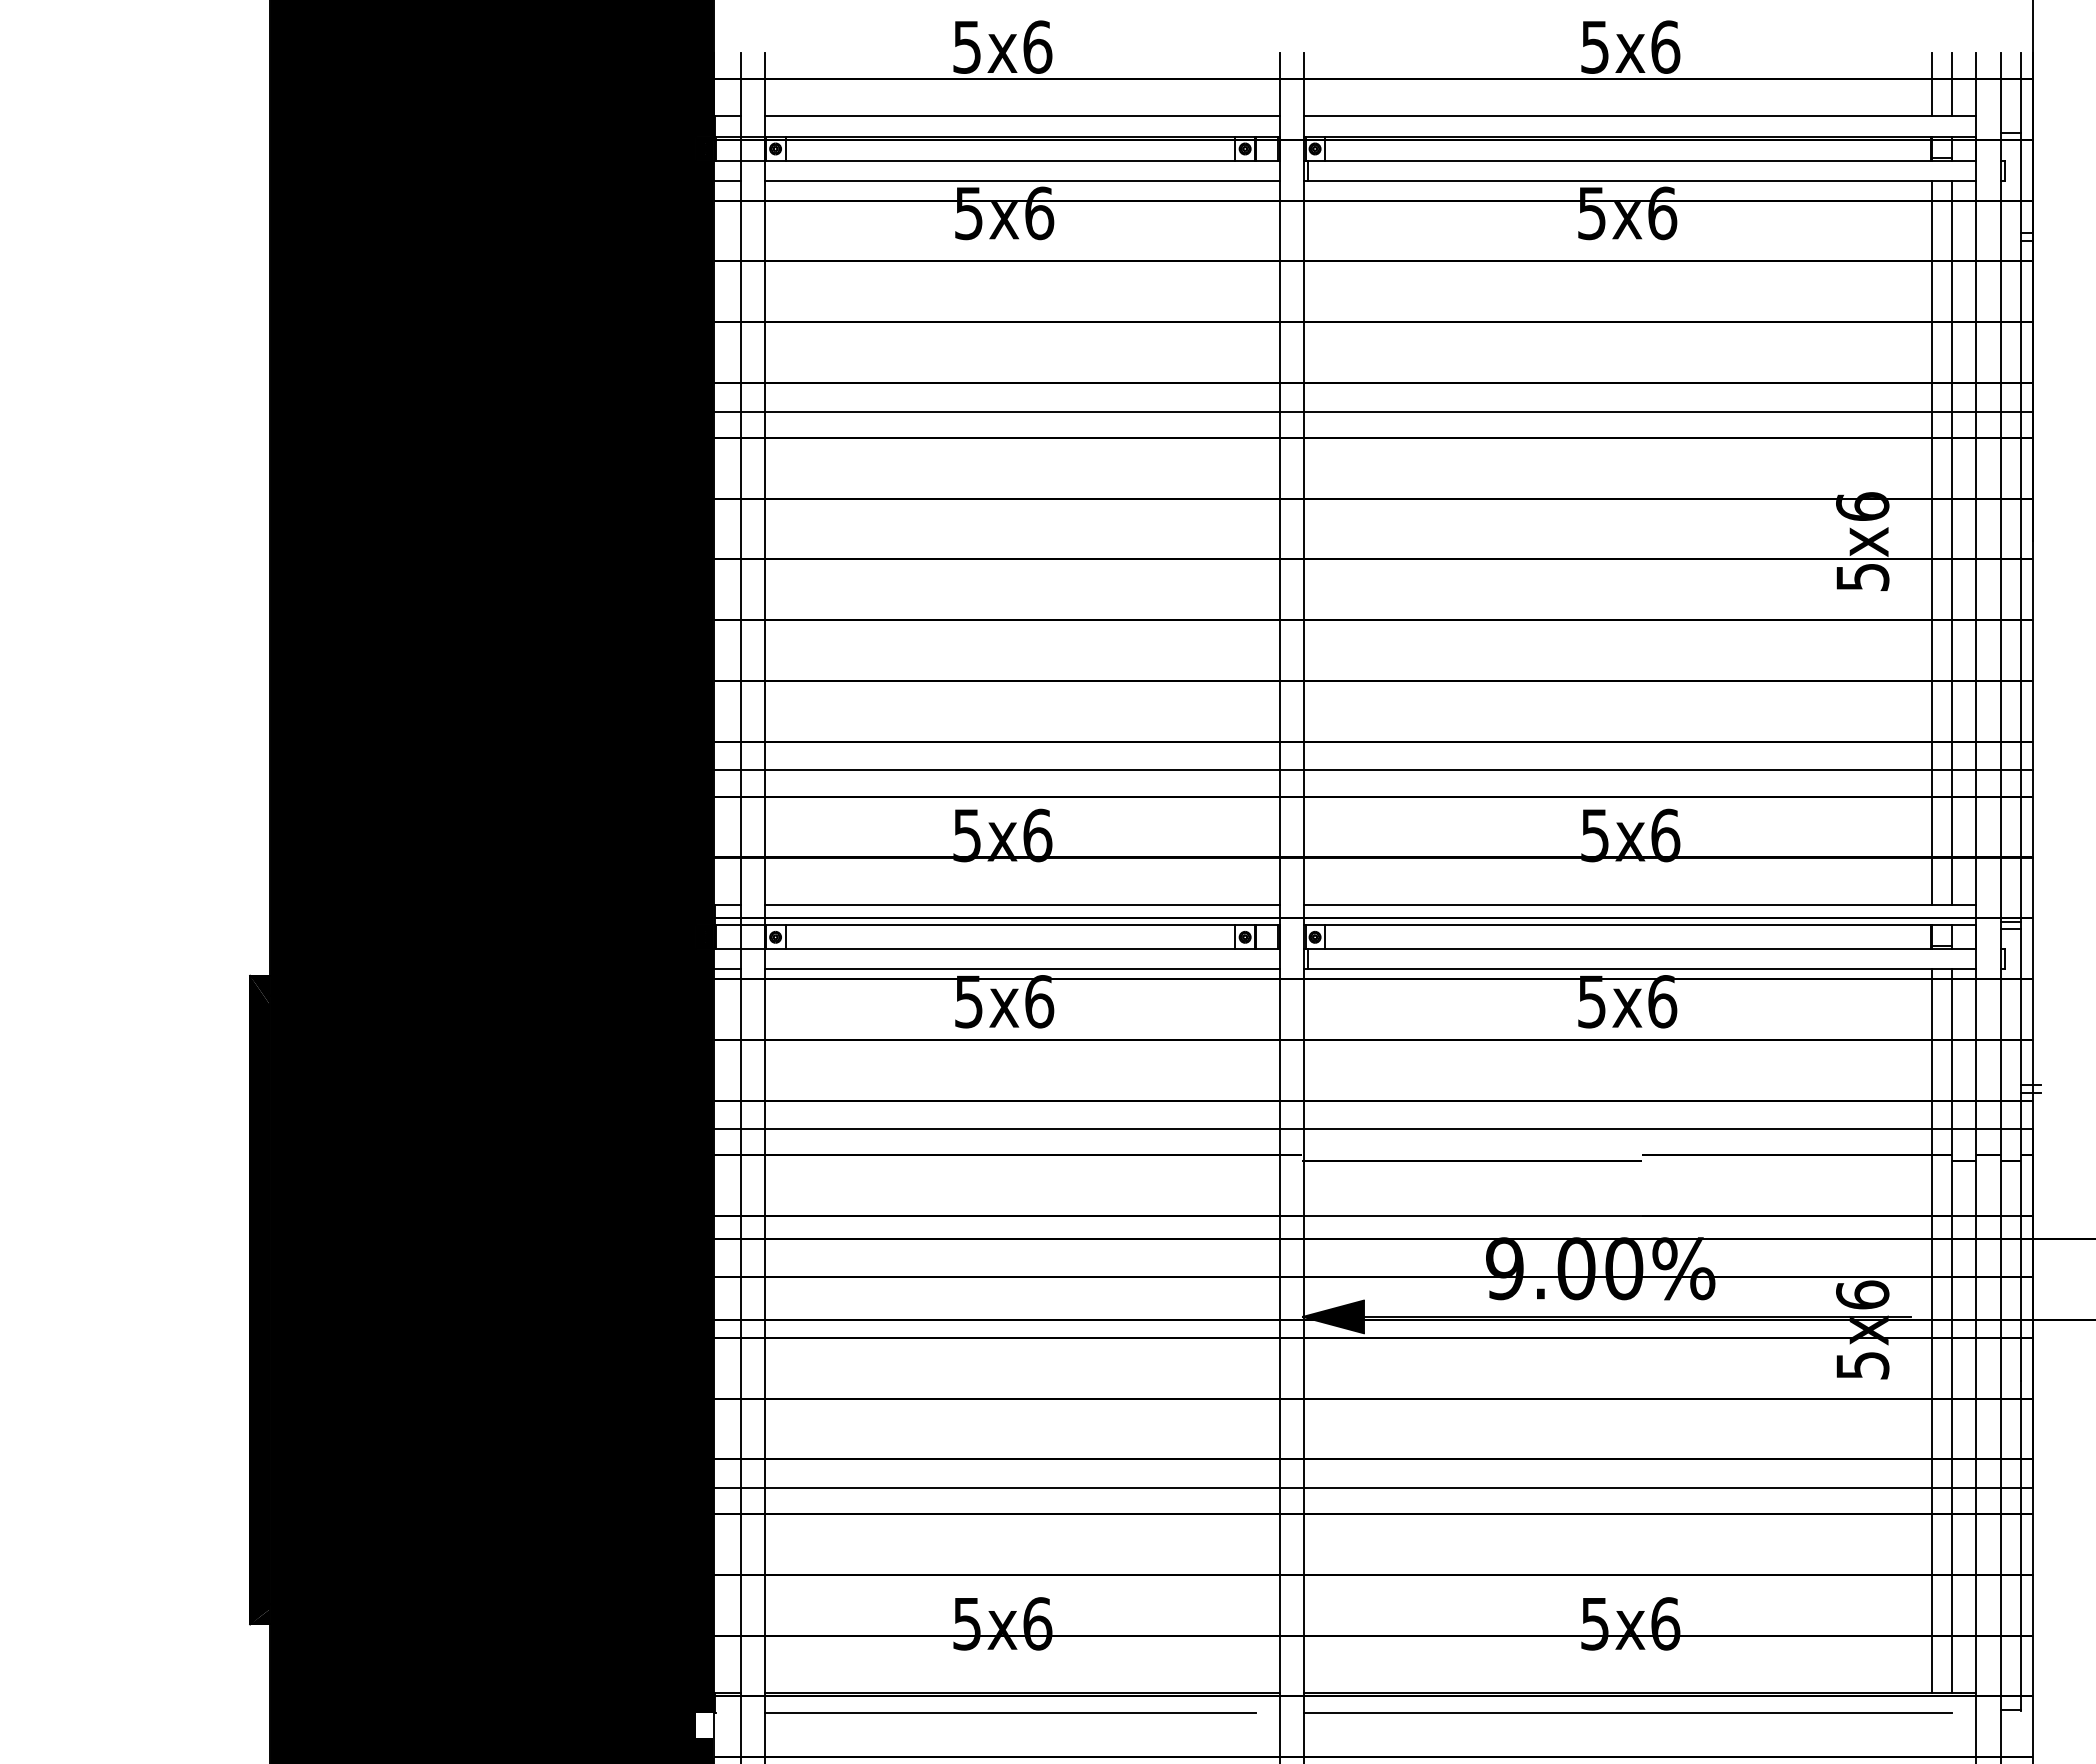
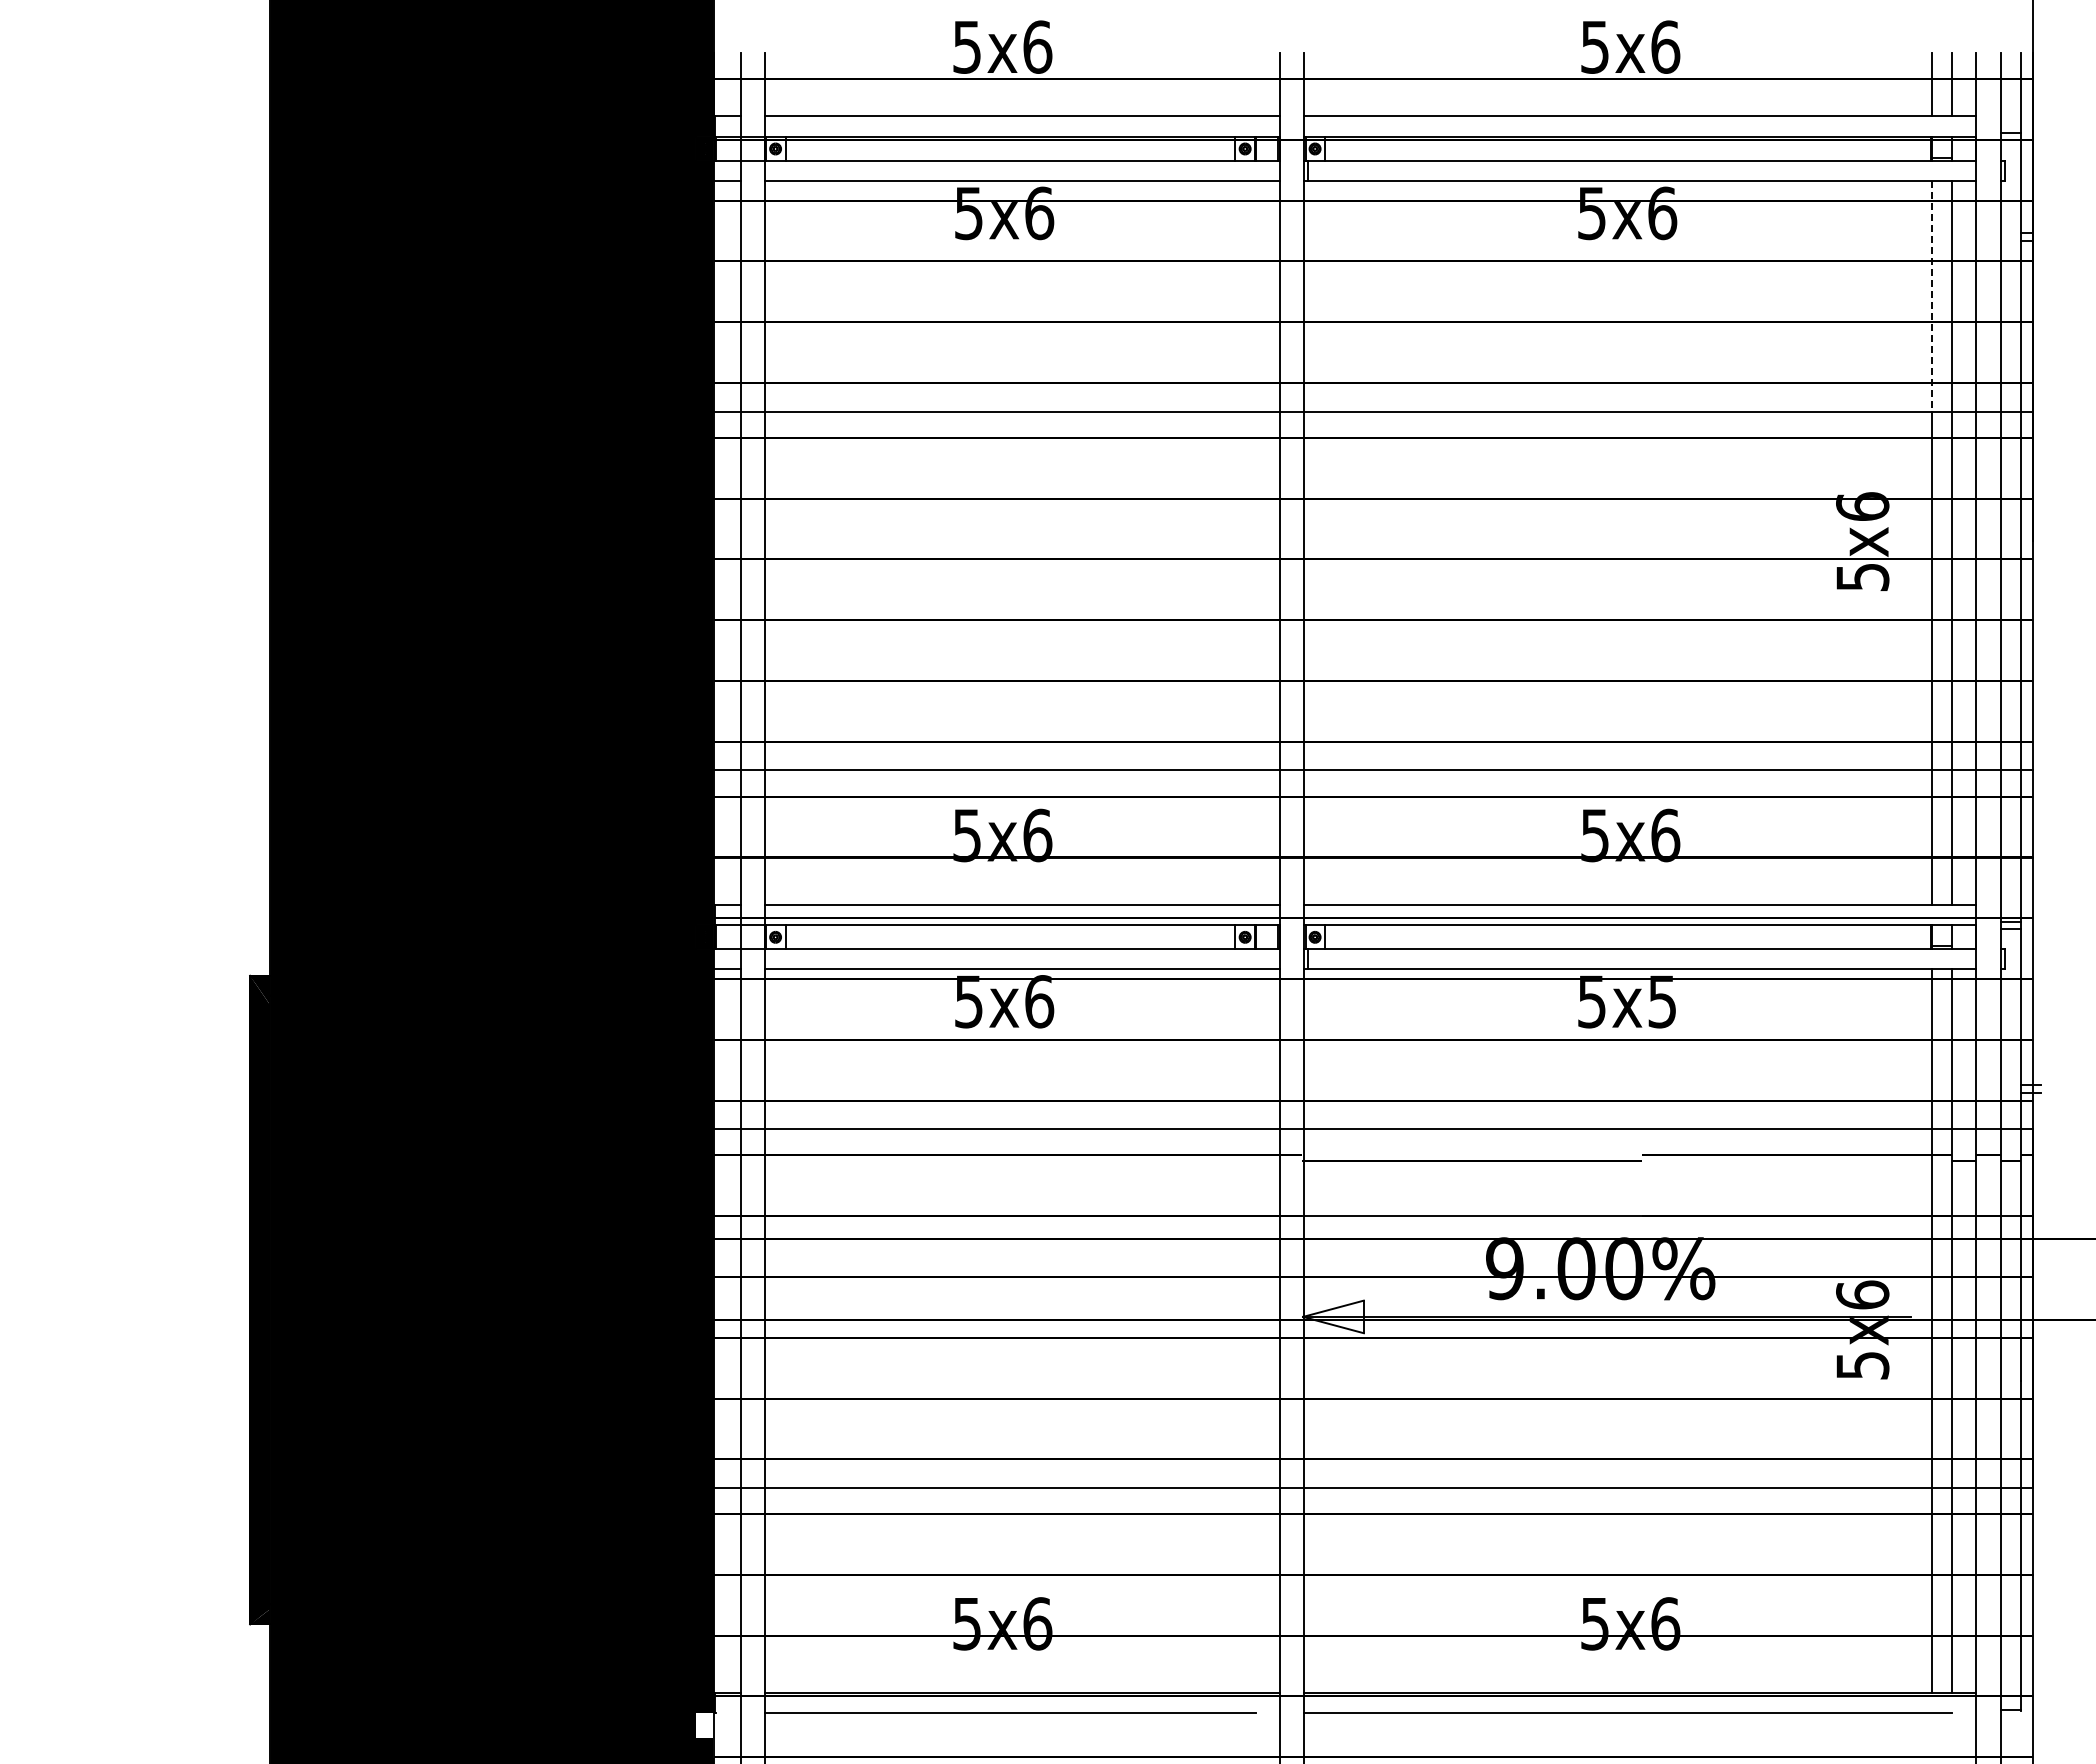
line at (1931, 296): solid -> dashed
text at (1662, 1001): 5x6 -> 5x5
fill at (1333, 1316): present -> none
